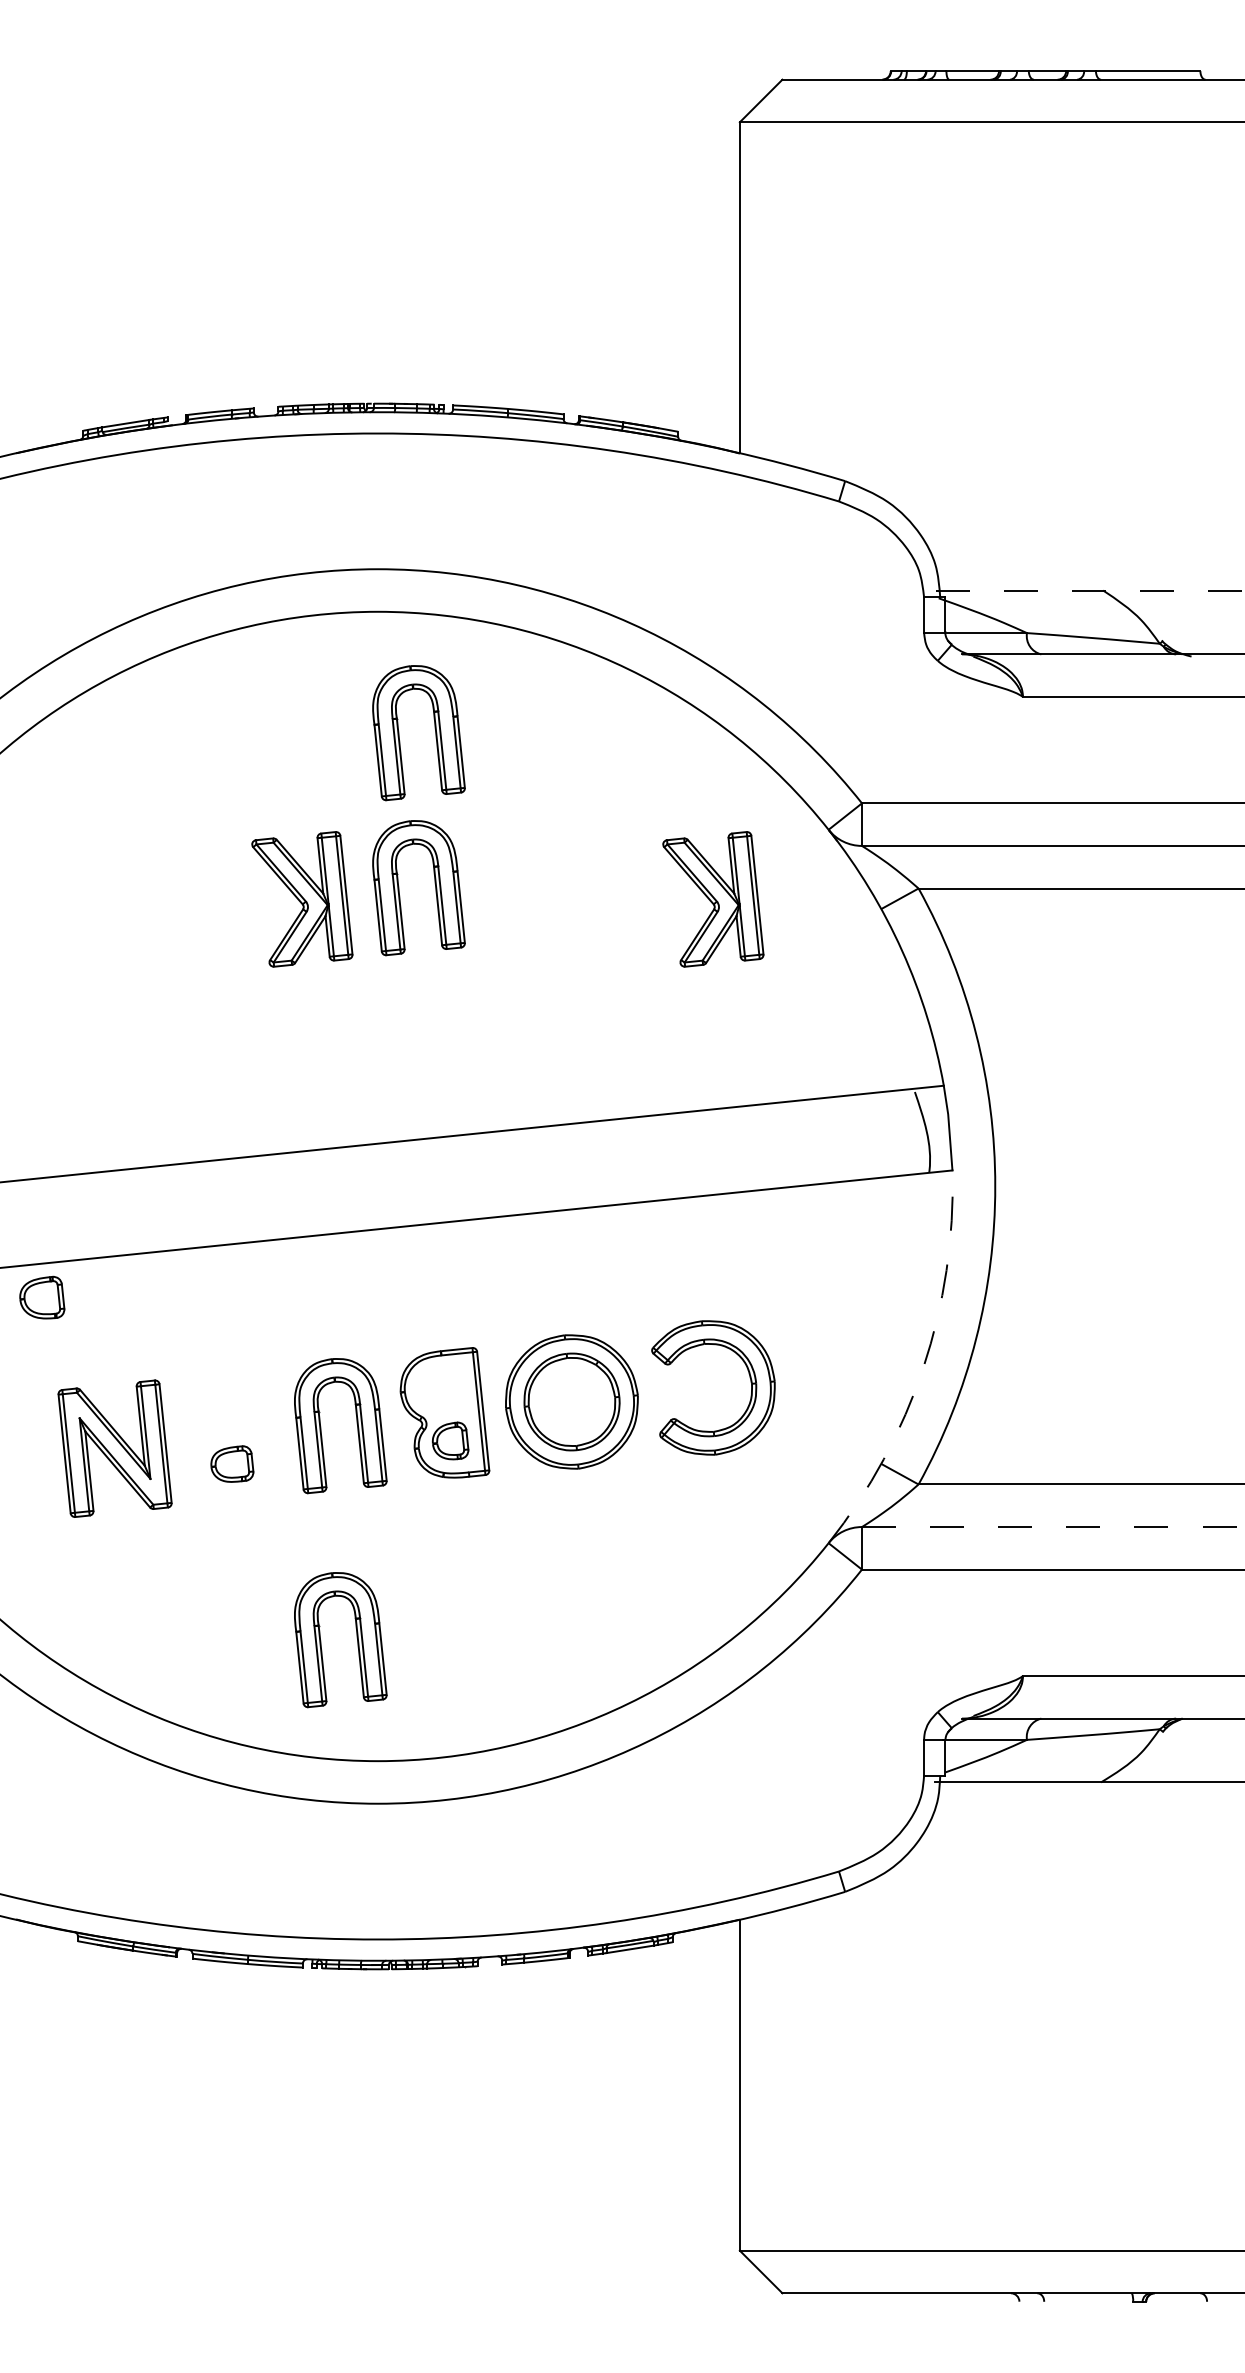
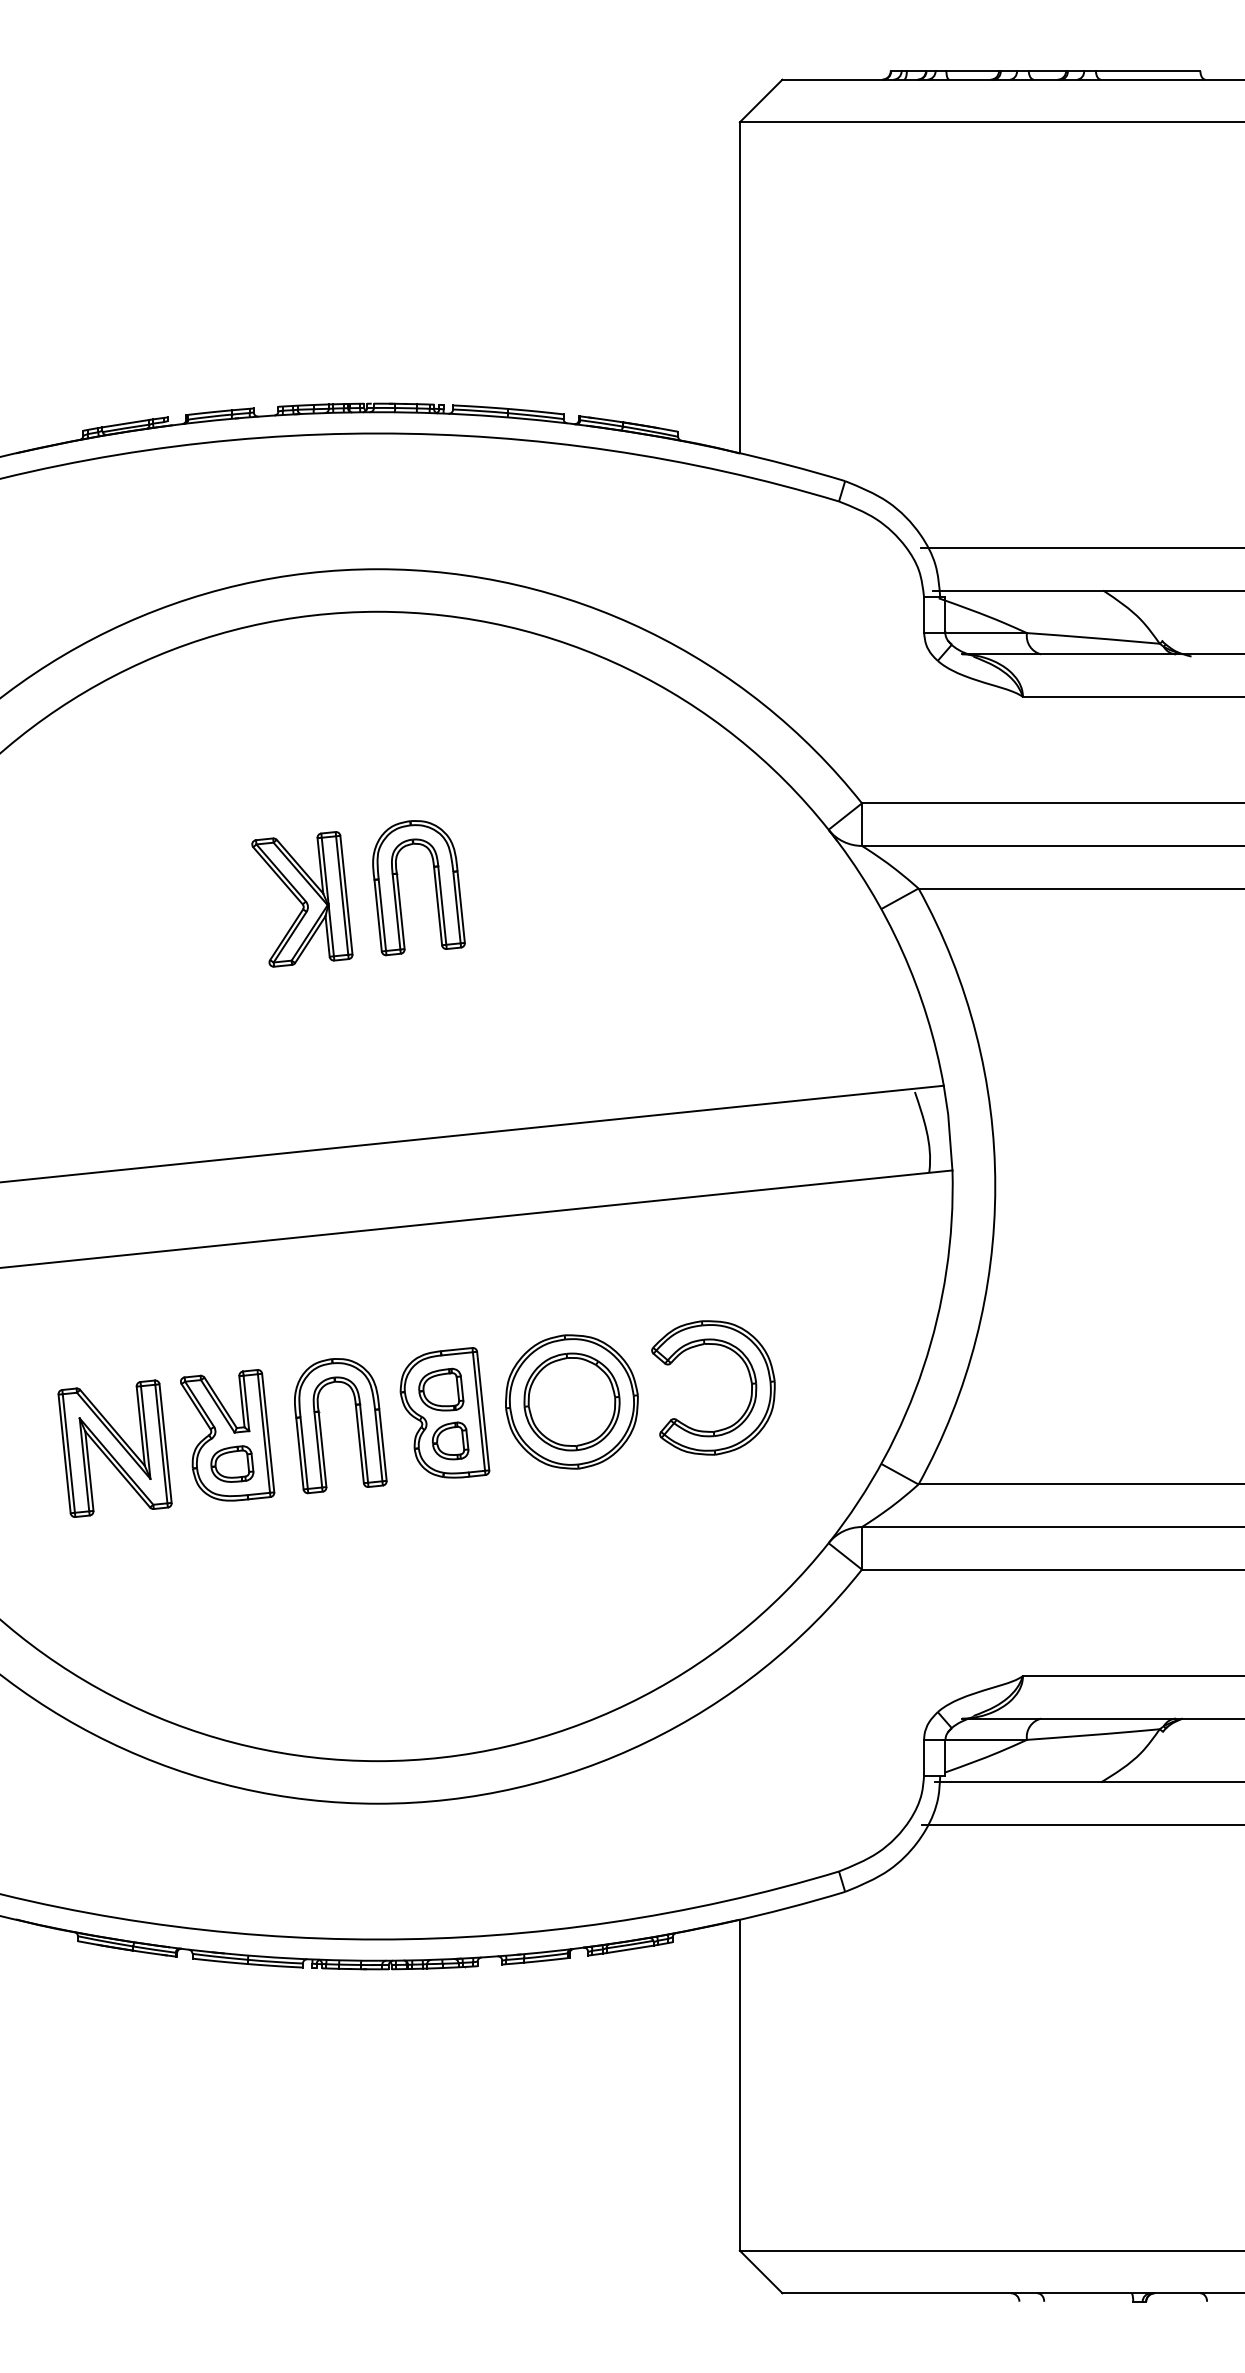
line at (1081, 547): none -> present
line at (1088, 590): dashed -> solid
part at (434, 728): present -> none
part at (713, 899): present -> none
part at (42, 1297) position: (42, 1297) -> (441, 1389)
arc at (923, 1367): dashed -> solid
part at (227, 1435): none -> present
line at (1053, 1527): dashed -> solid
part at (356, 1637): present -> none
line at (1081, 1825): none -> present
